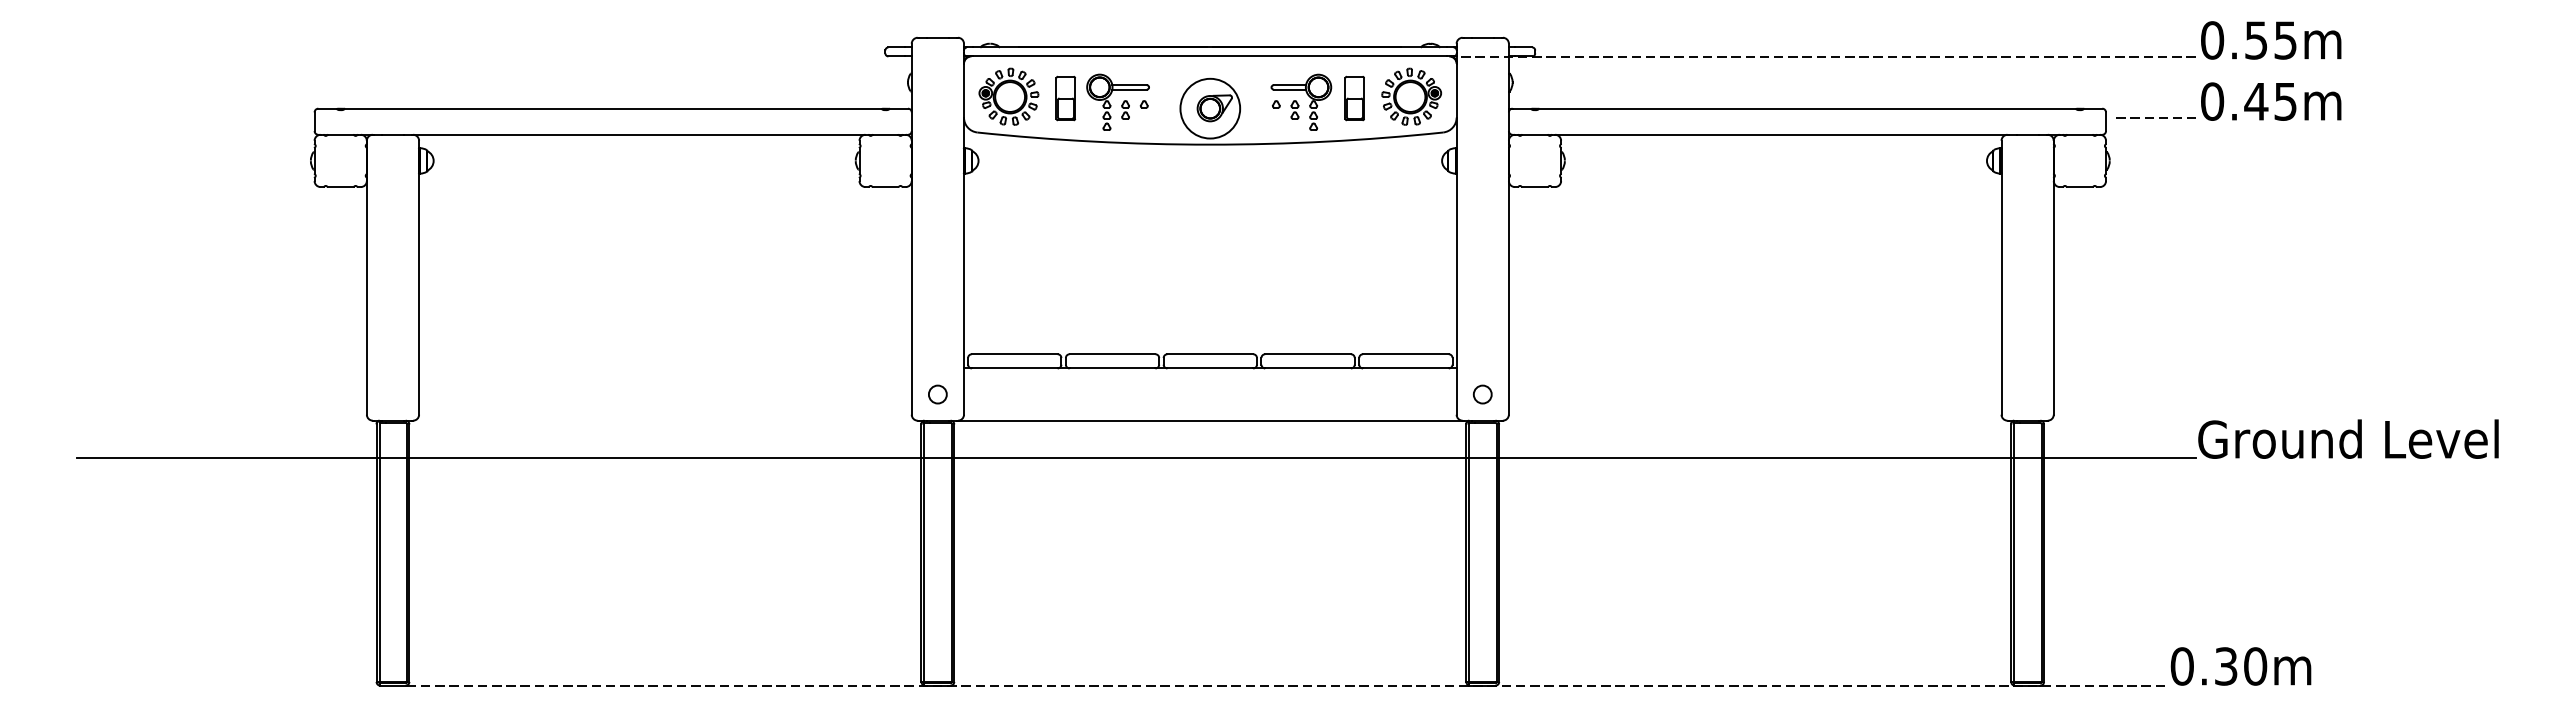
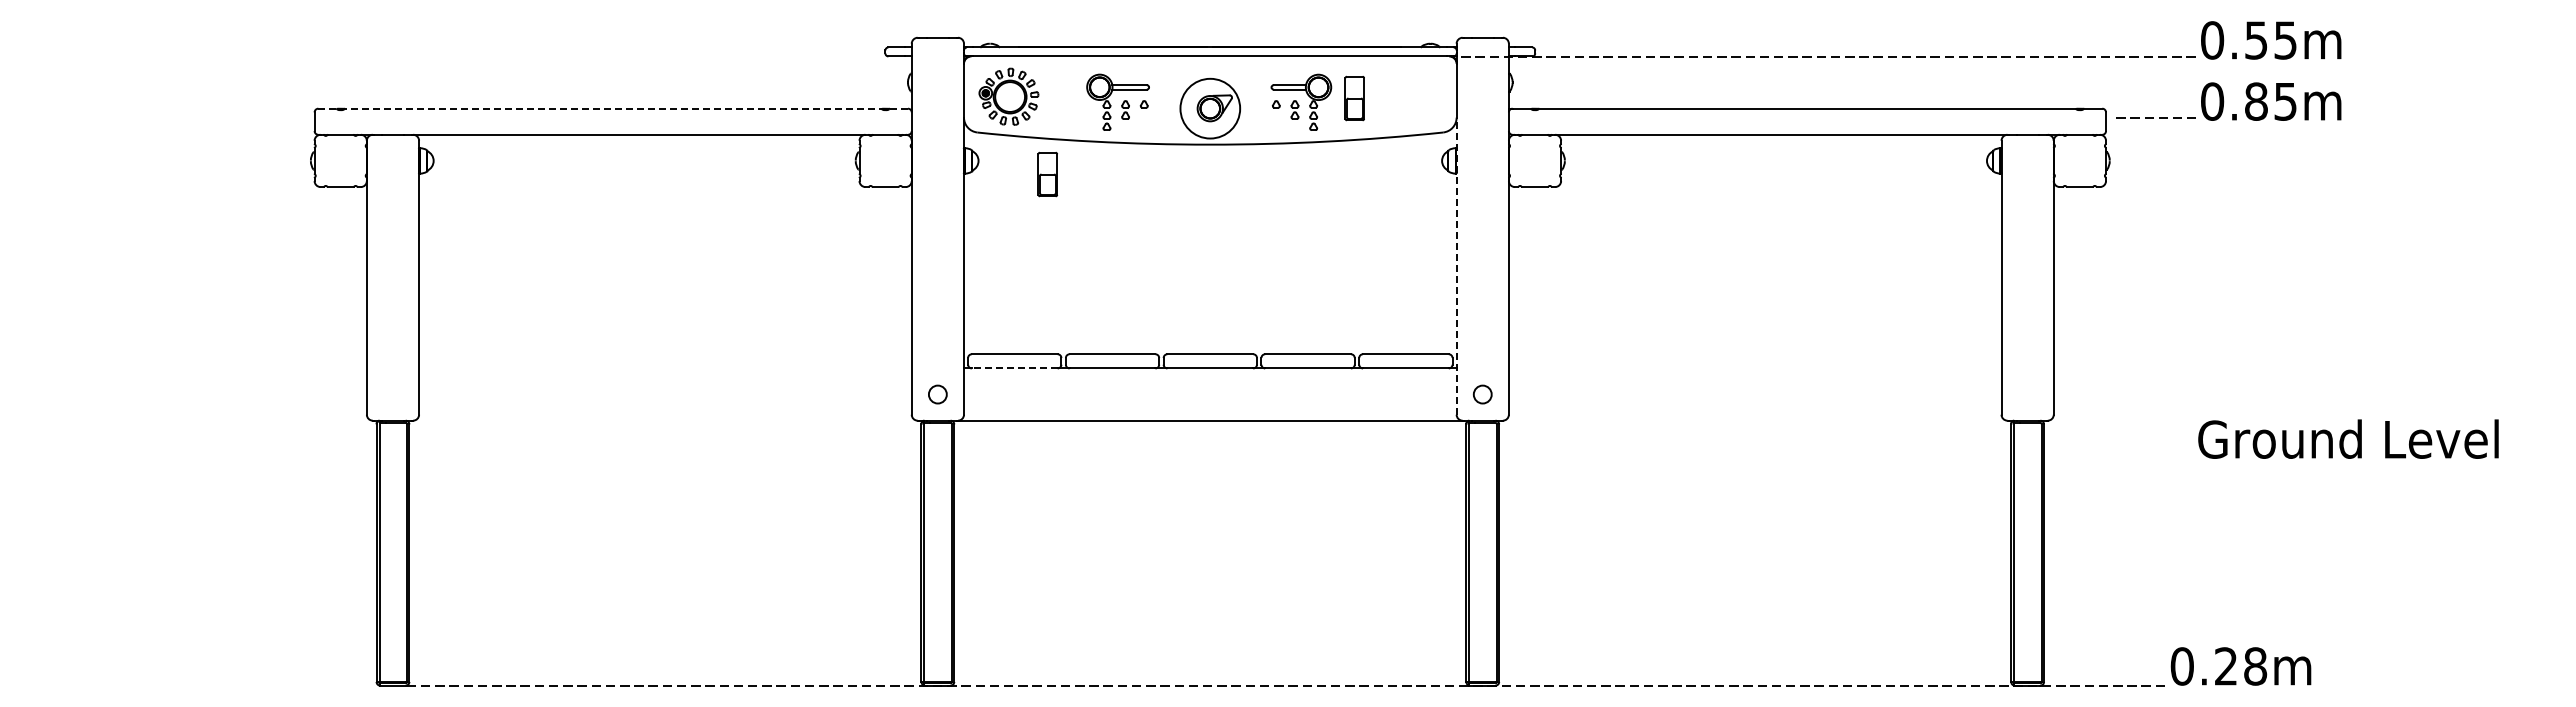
part at (1411, 96): present -> none
part at (1065, 98) position: (1065, 98) -> (1047, 174)
text at (2256, 101): 0.45m -> 0.85m
line at (613, 108): solid -> dashed
line at (1456, 266): solid -> dashed
line at (1014, 368): solid -> dashed
line at (1136, 458): present -> none
text at (2241, 666): 0.30m -> 0.28m
